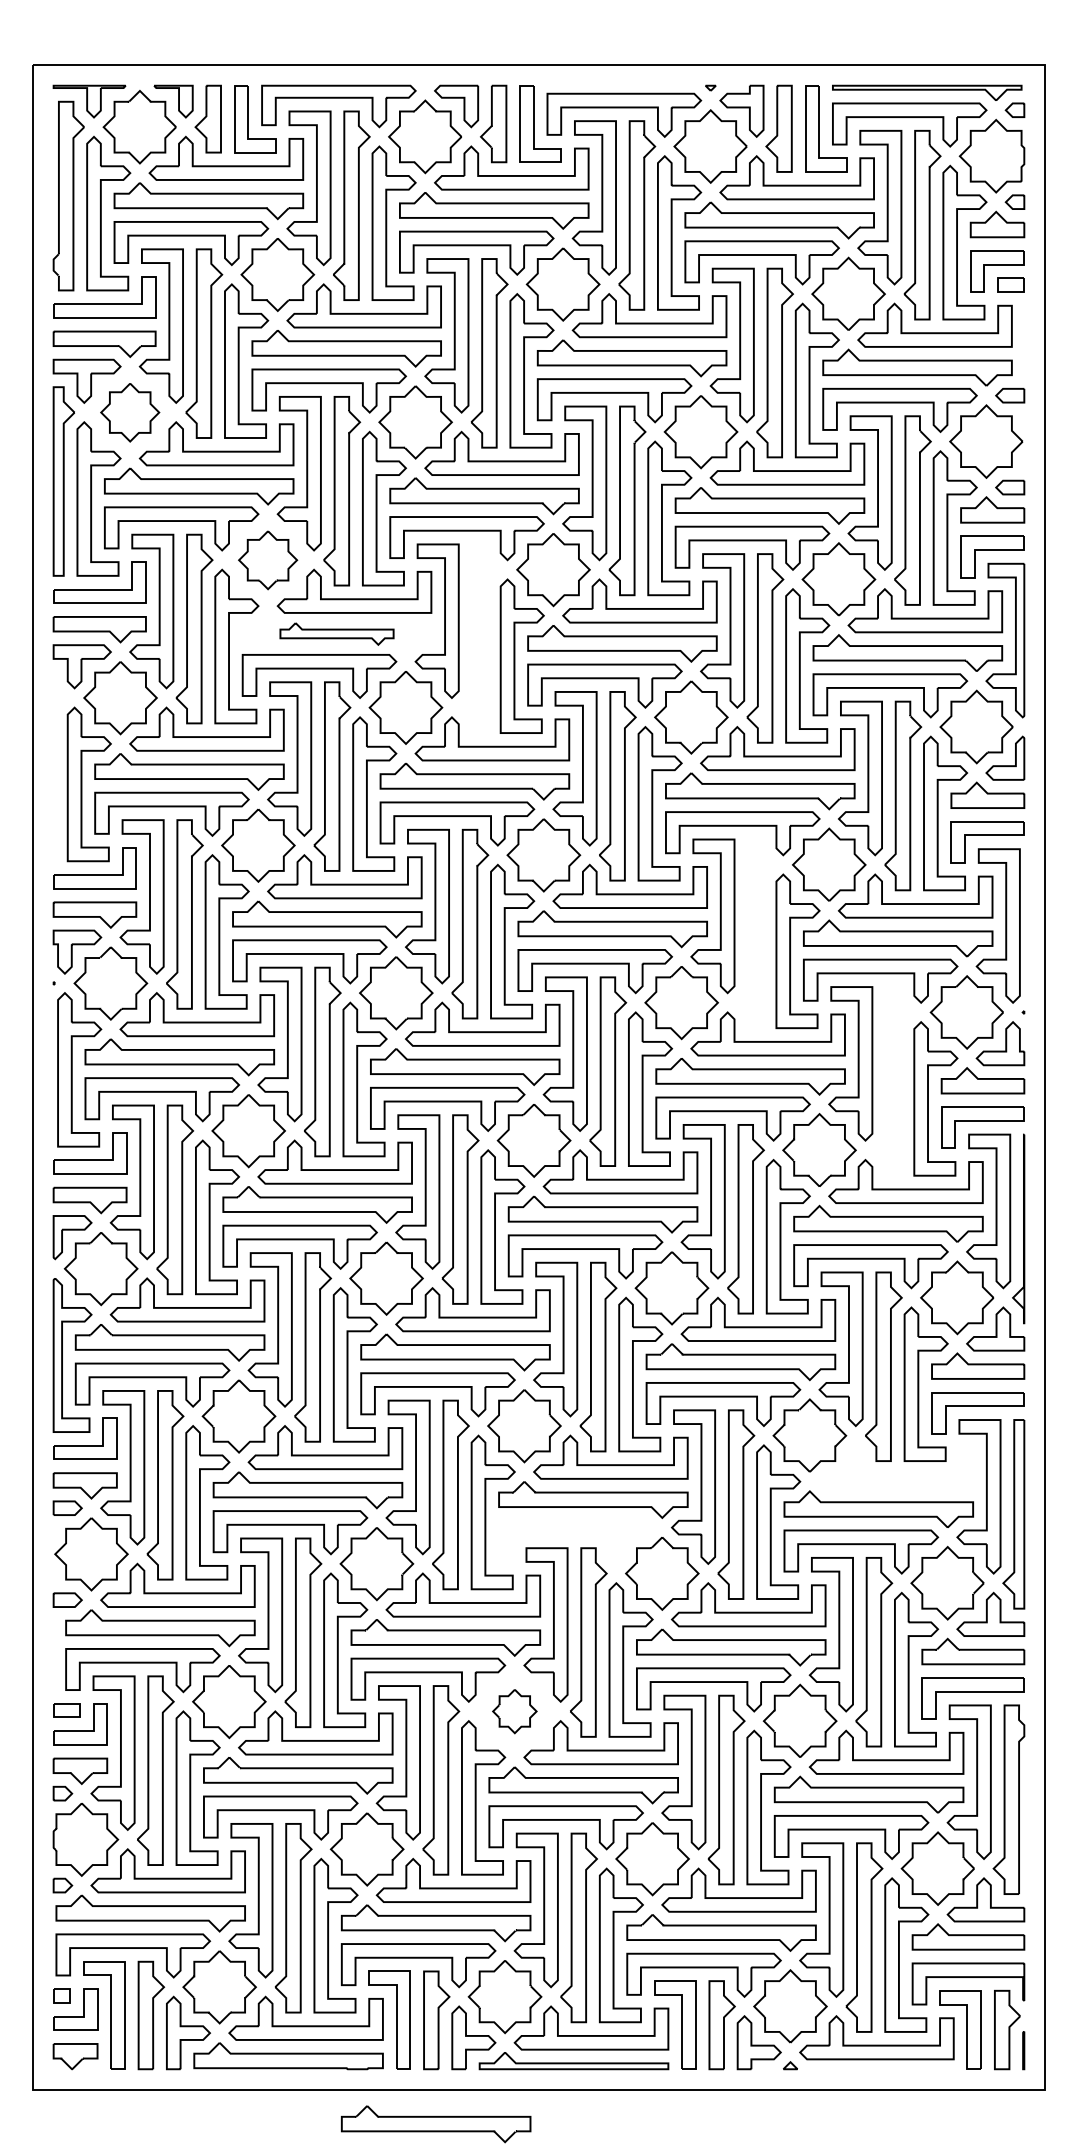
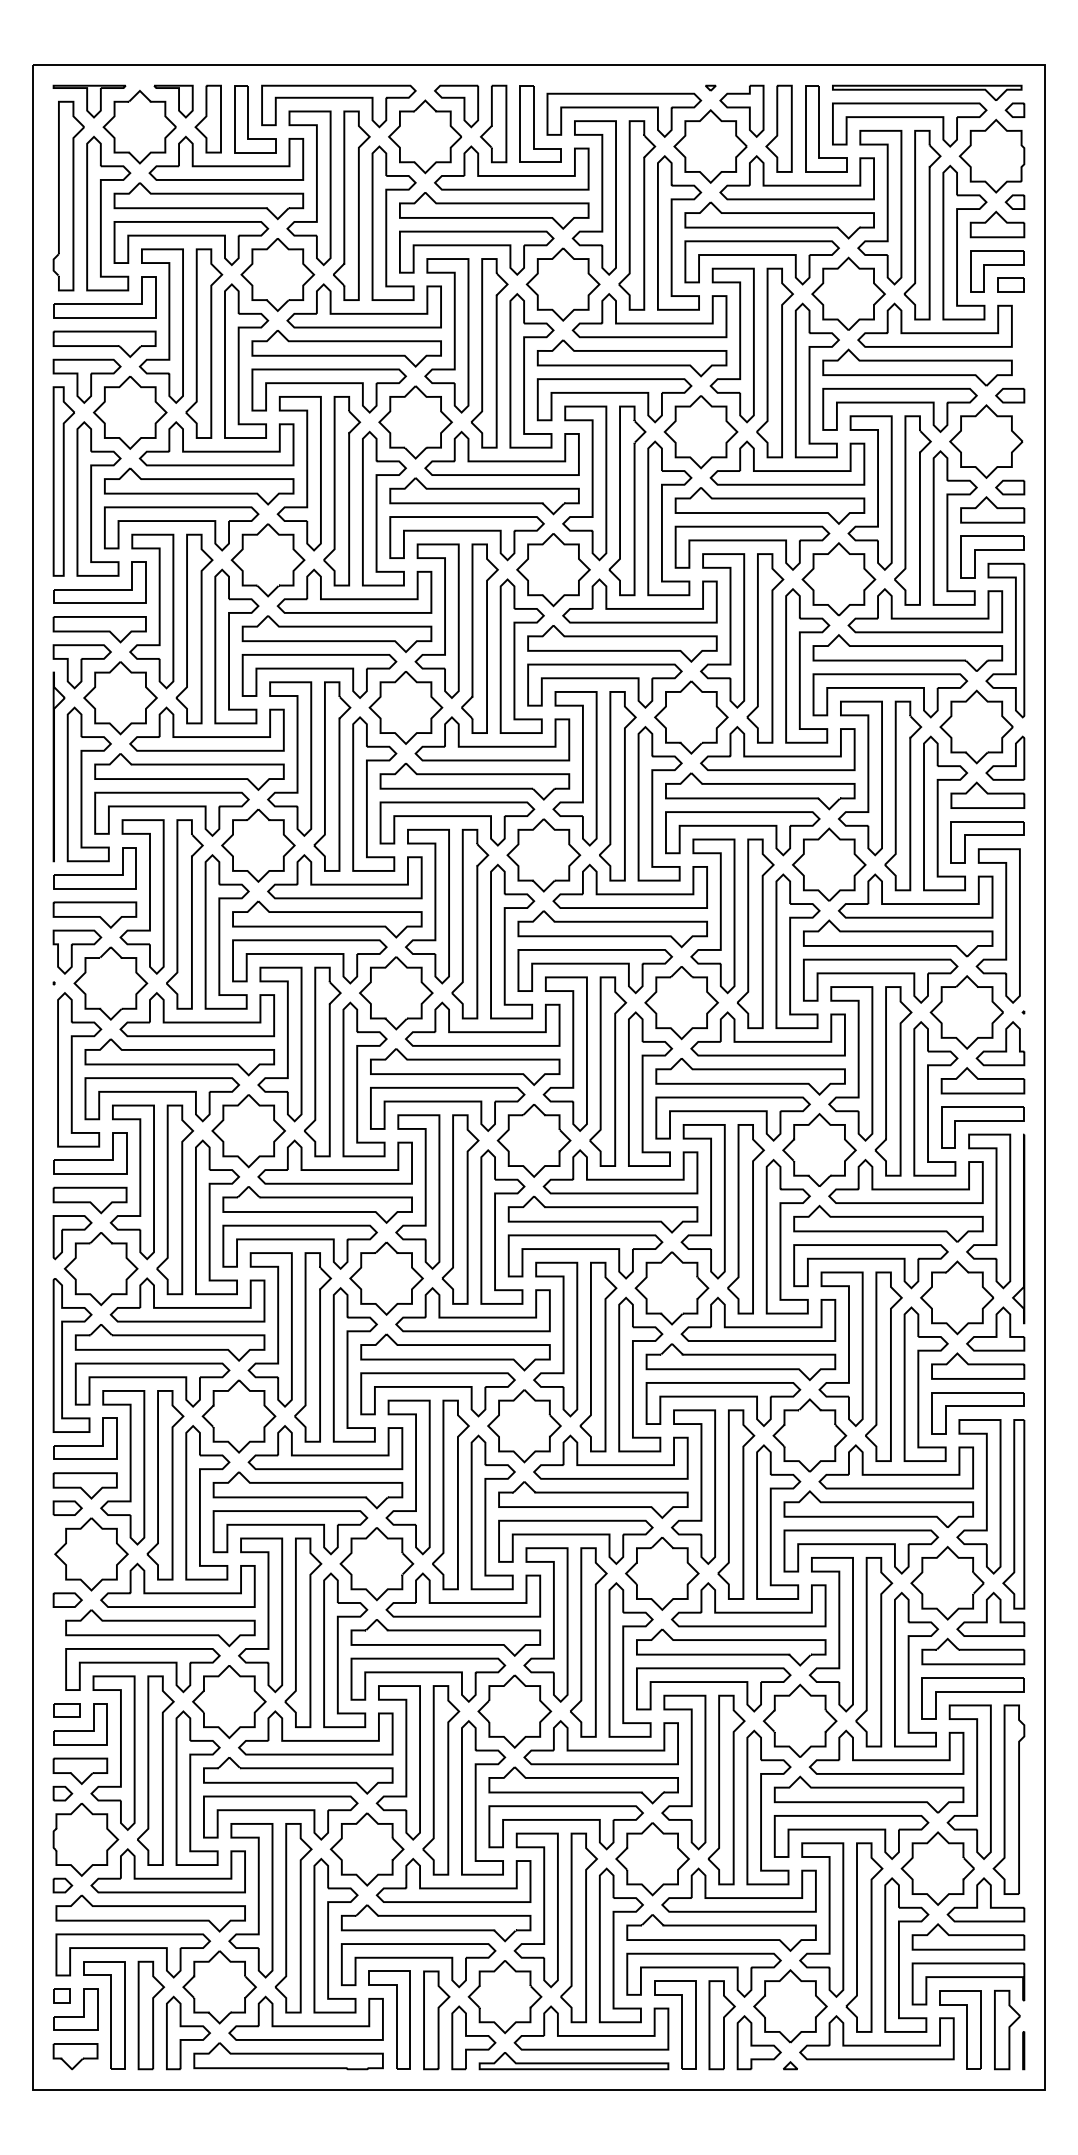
part at (130, 412) size: 61x60 px -> 76x75 px
part at (268, 560) size: 61x61 px -> 76x75 px
part at (336, 633) size: 116x24 px -> 192x38 px
part at (479, 638): none -> present
part at (58, 766): none -> present
part at (755, 933): none -> present
part at (893, 1081): none -> present
part at (895, 1473): none -> present
part at (575, 1541): none -> present
part at (514, 1711) size: 46x46 px -> 76x75 px
part at (436, 2124): present -> none
